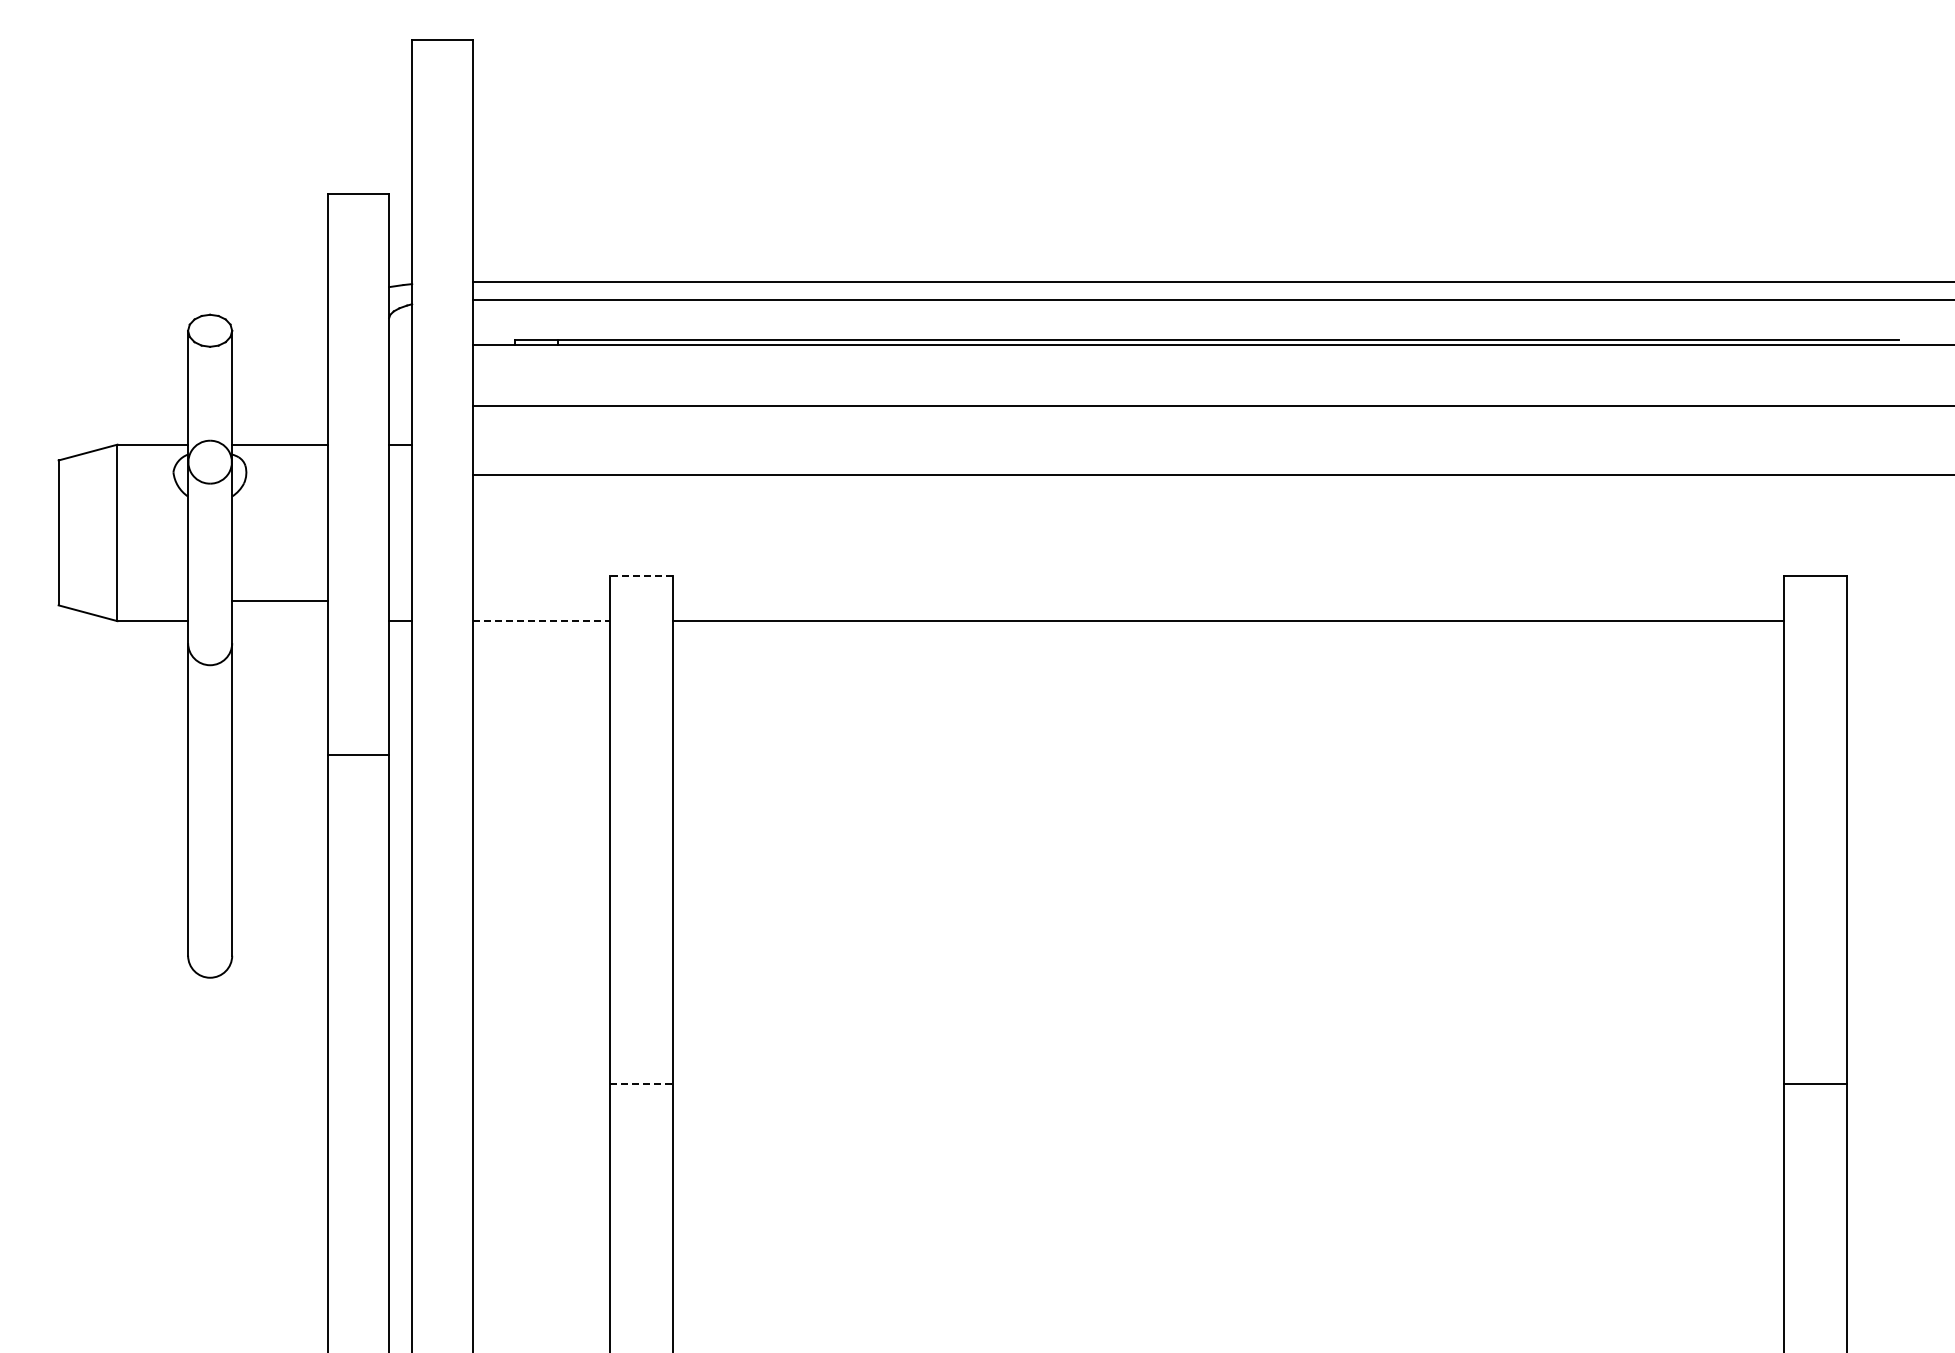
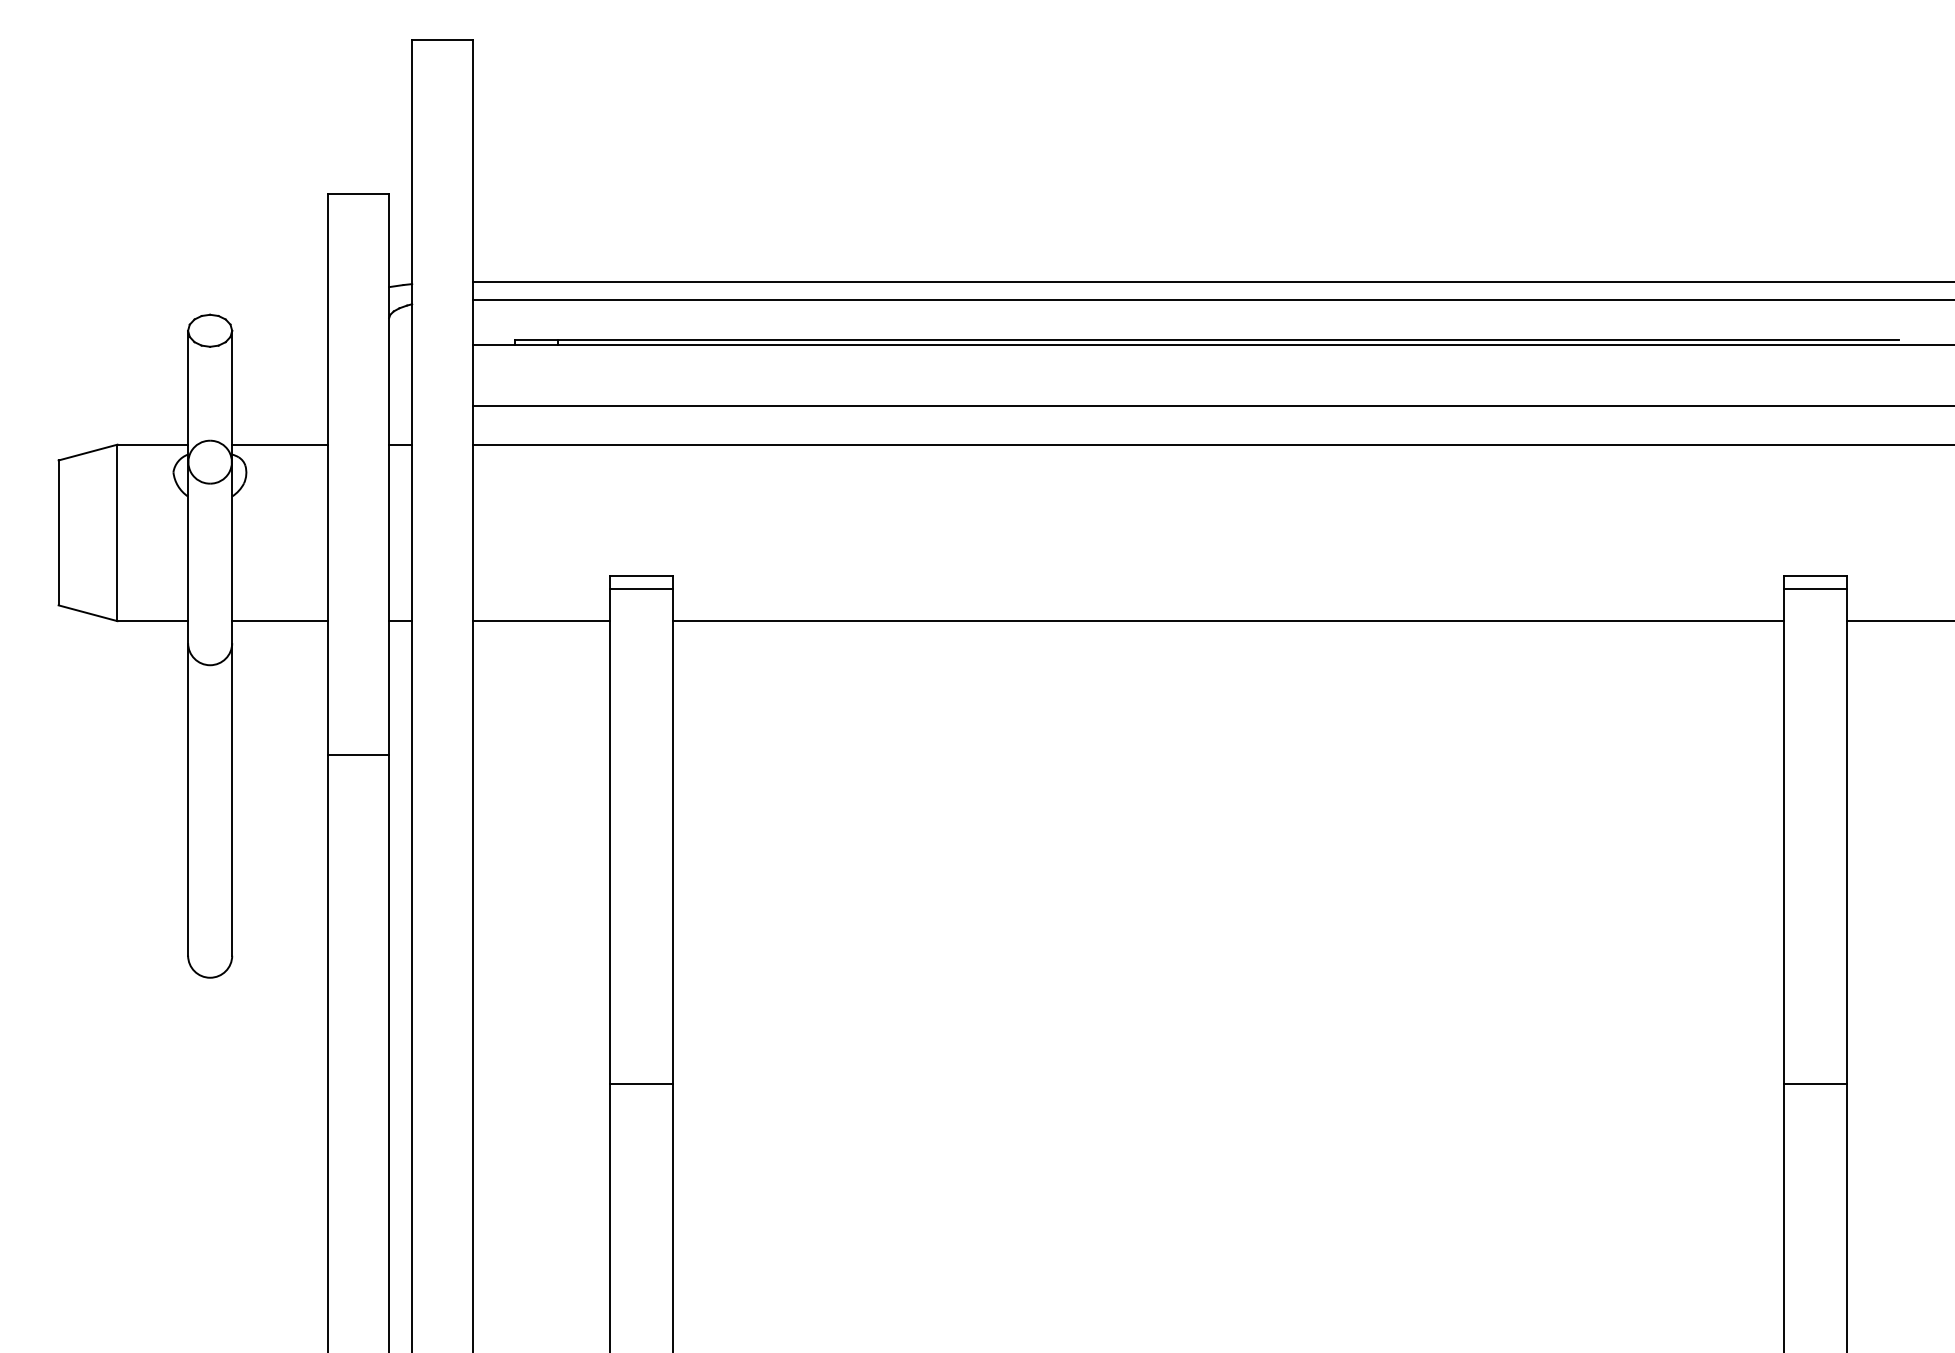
line at (1212, 474) position: (1212, 474) -> (1212, 444)
line at (640, 576): dashed -> solid
line at (640, 588): none -> present
line at (1815, 588): none -> present
line at (280, 601) position: (280, 601) -> (280, 621)
line at (542, 621): dashed -> solid
line at (1899, 621): none -> present
line at (641, 1084): dashed -> solid
